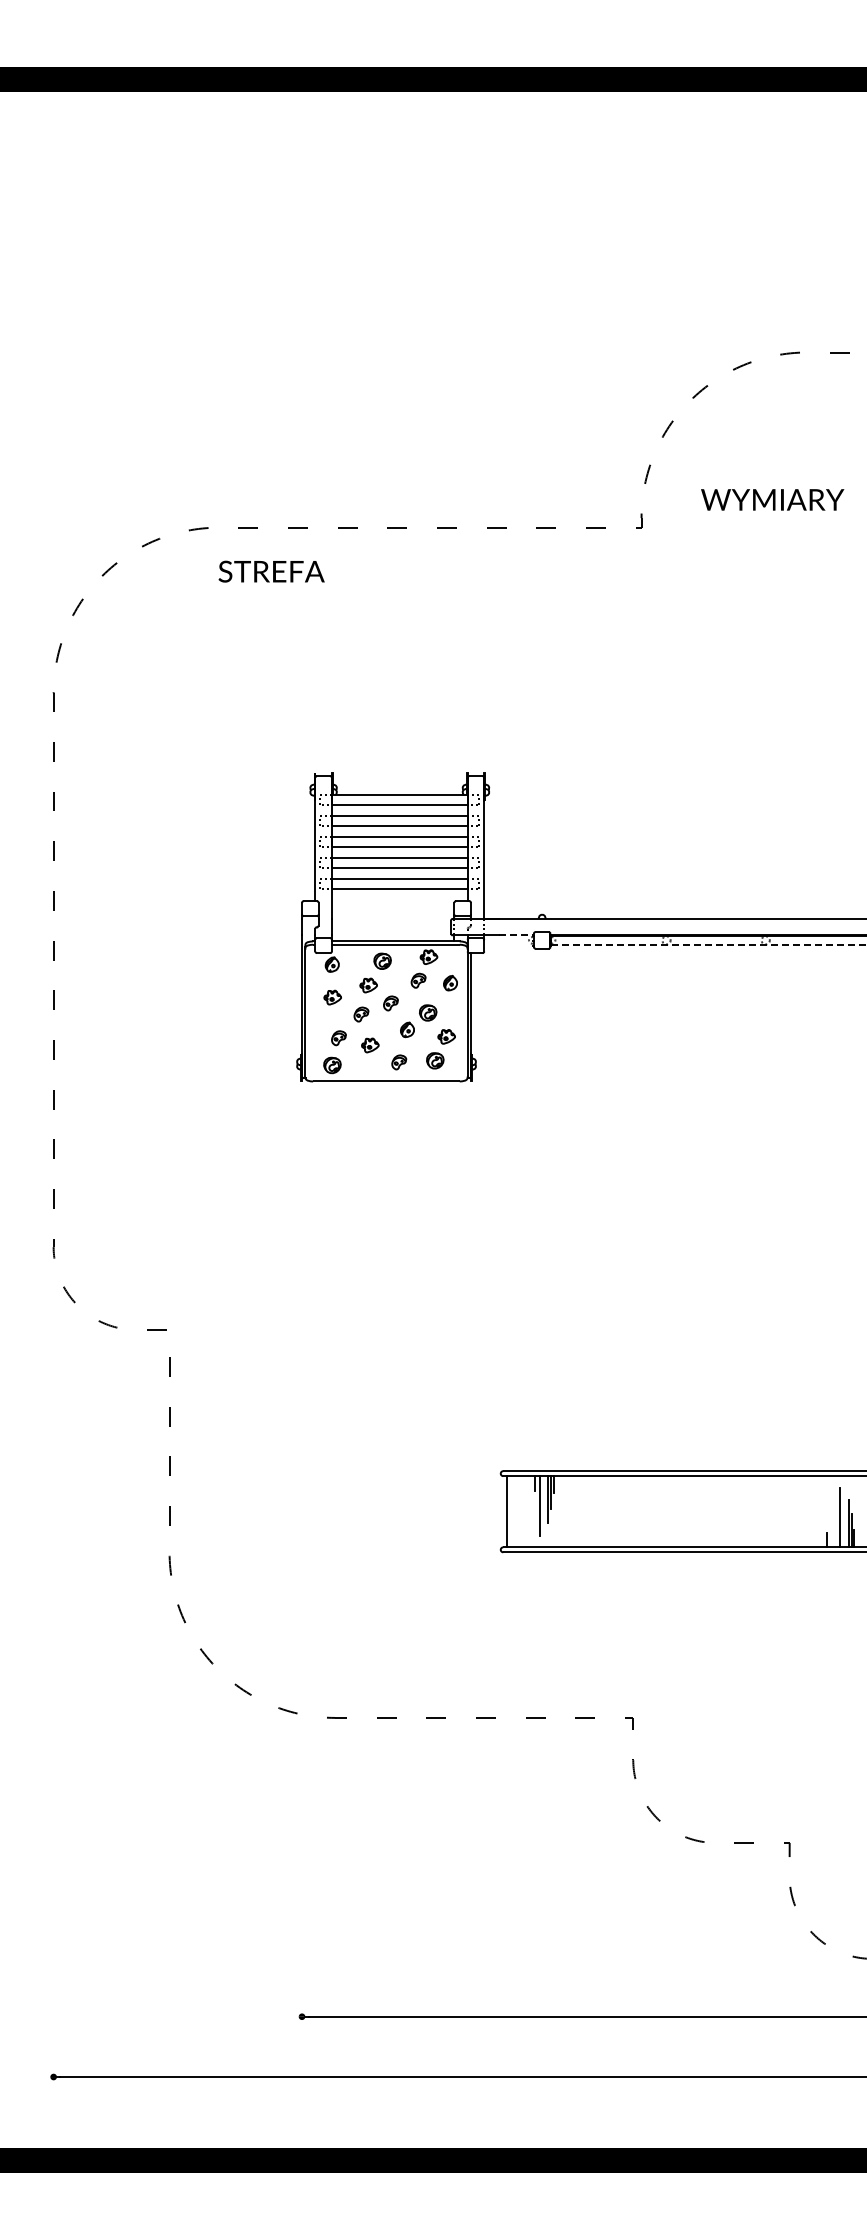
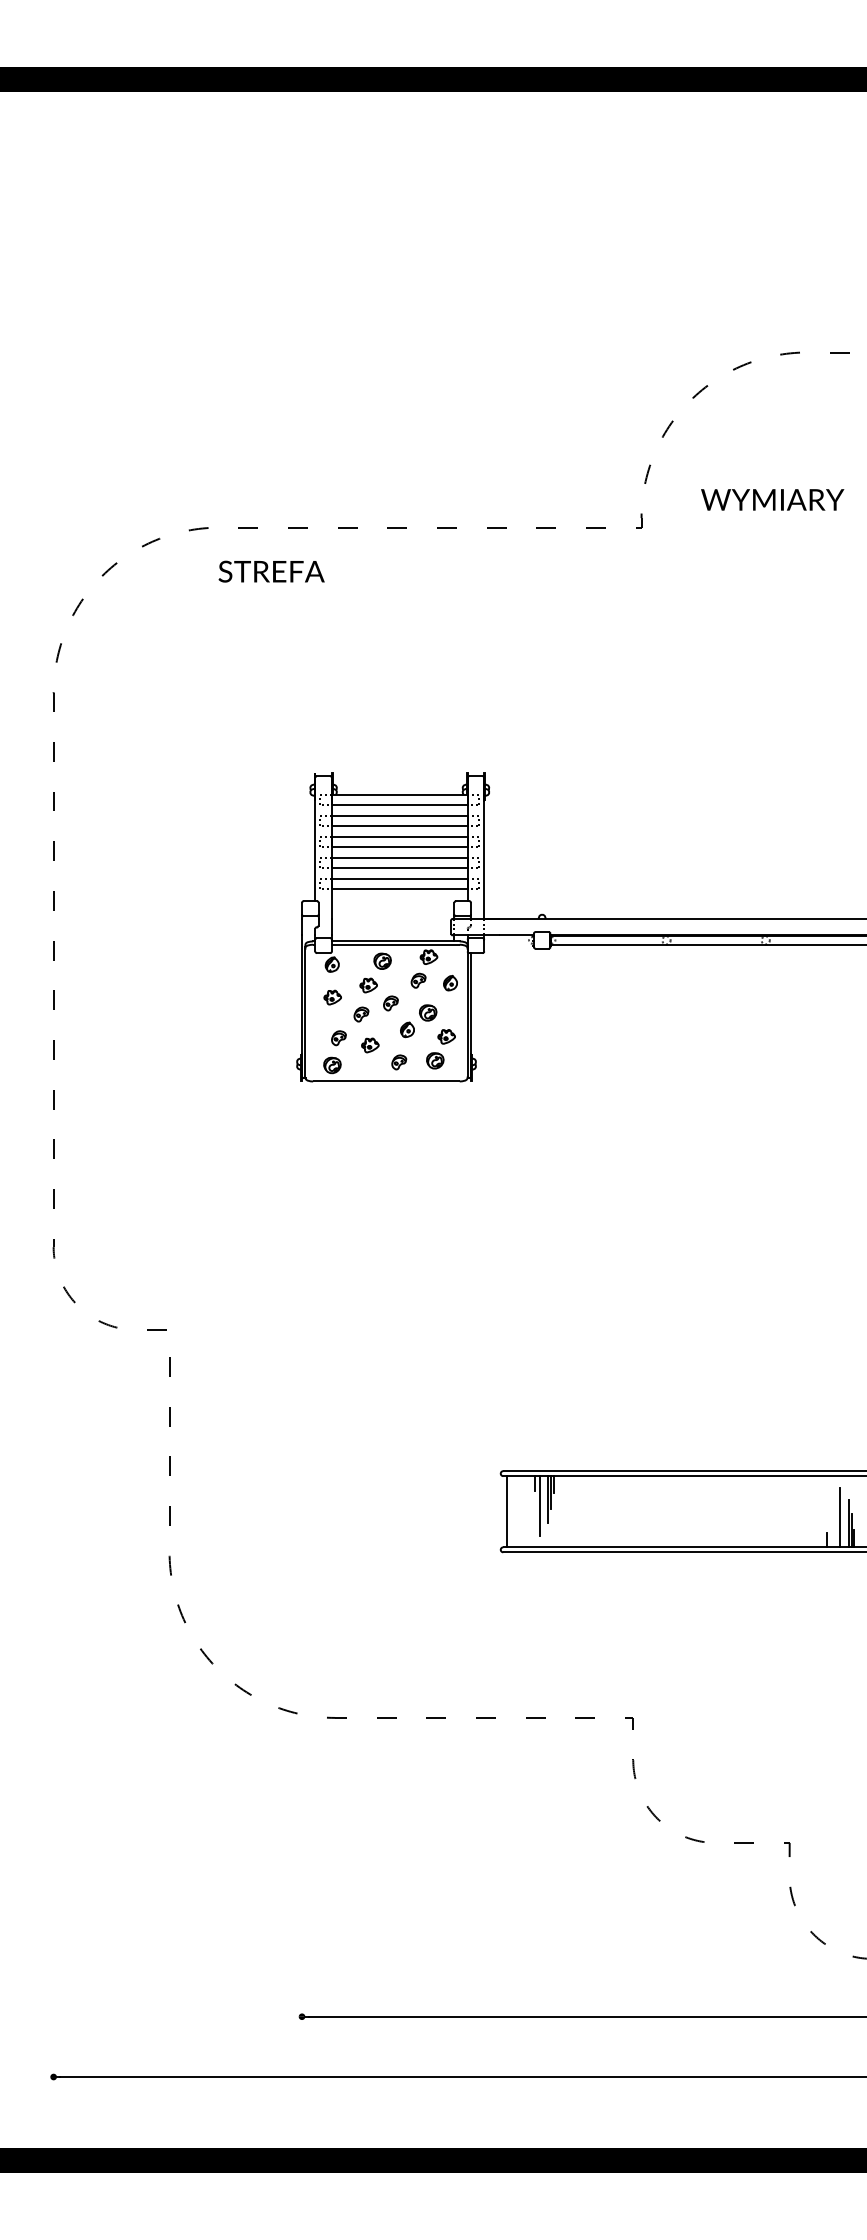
line at (517, 935): dashed -> solid
line at (709, 944): dashed -> solid
